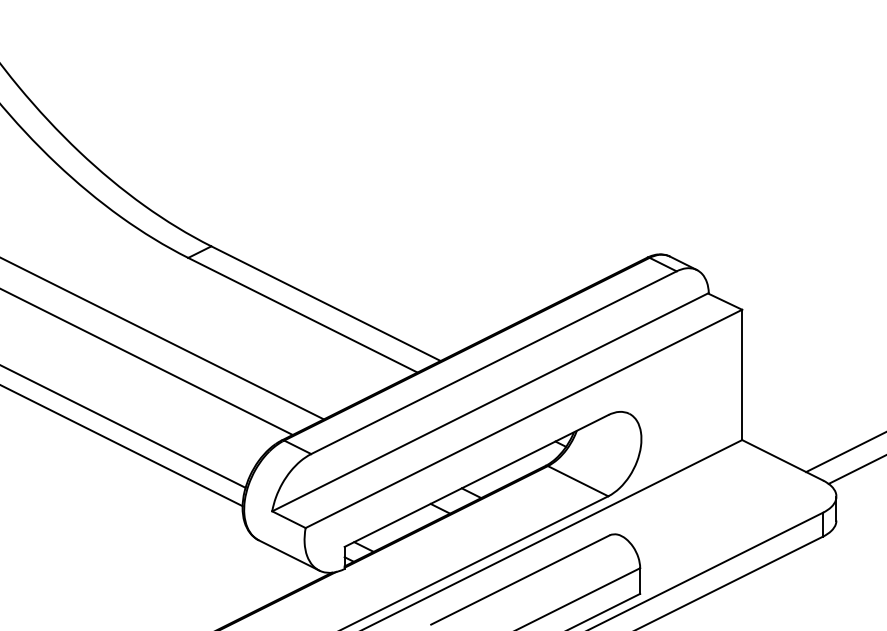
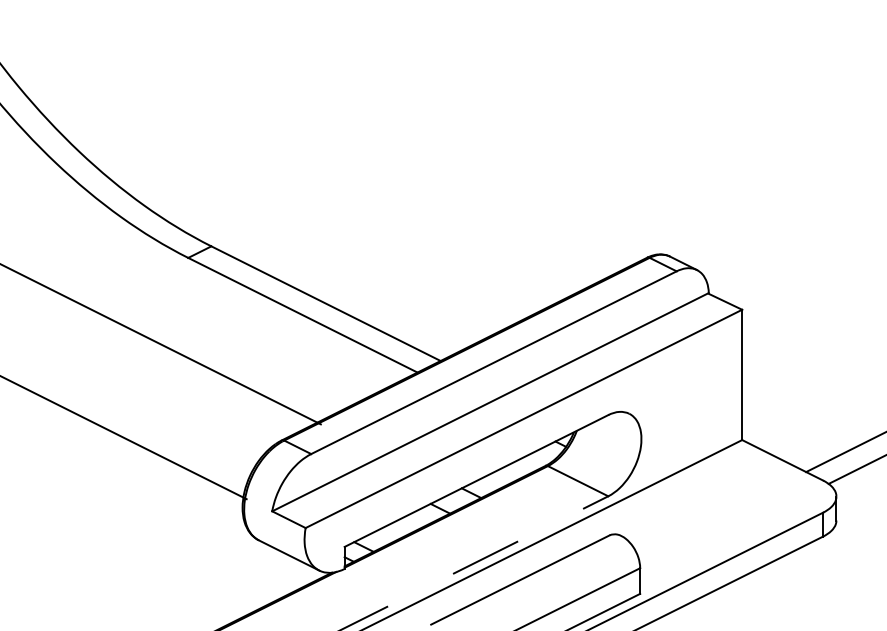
line at (162, 338) position: (162, 338) -> (161, 344)
line at (147, 361): present -> none
line at (123, 426): present -> none
line at (122, 445) position: (122, 445) -> (124, 438)
line at (474, 563): solid -> dashed
